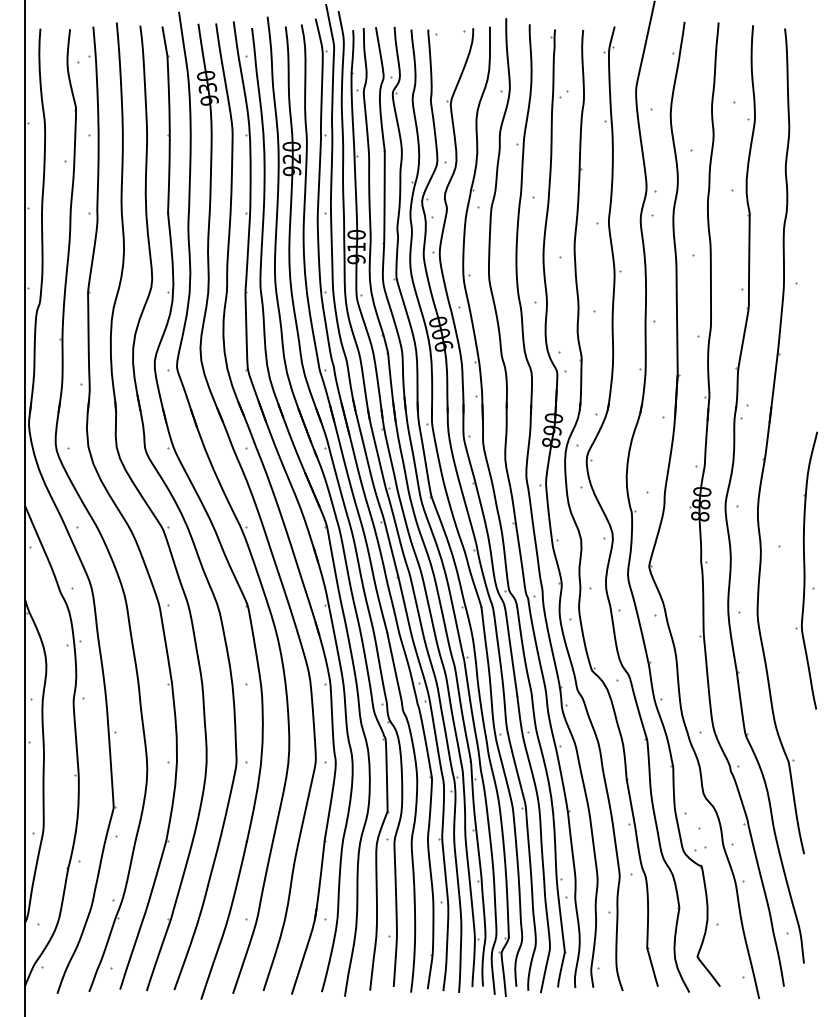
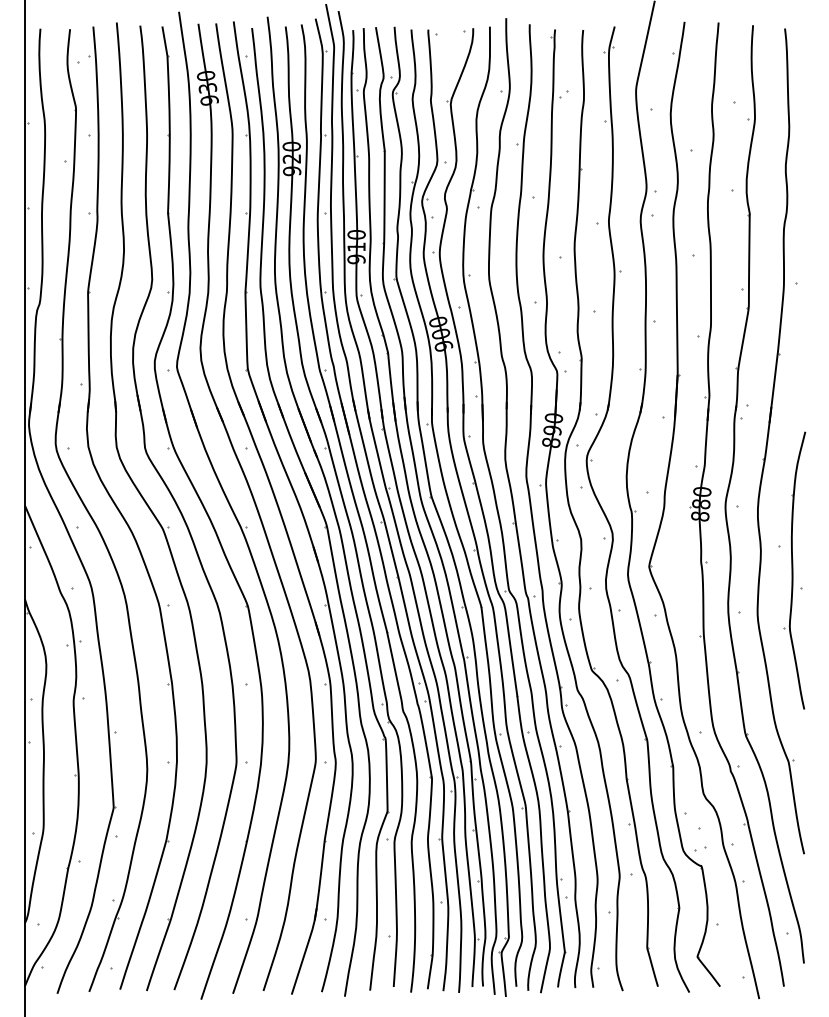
part at (806, 570) position: (806, 570) -> (794, 570)
